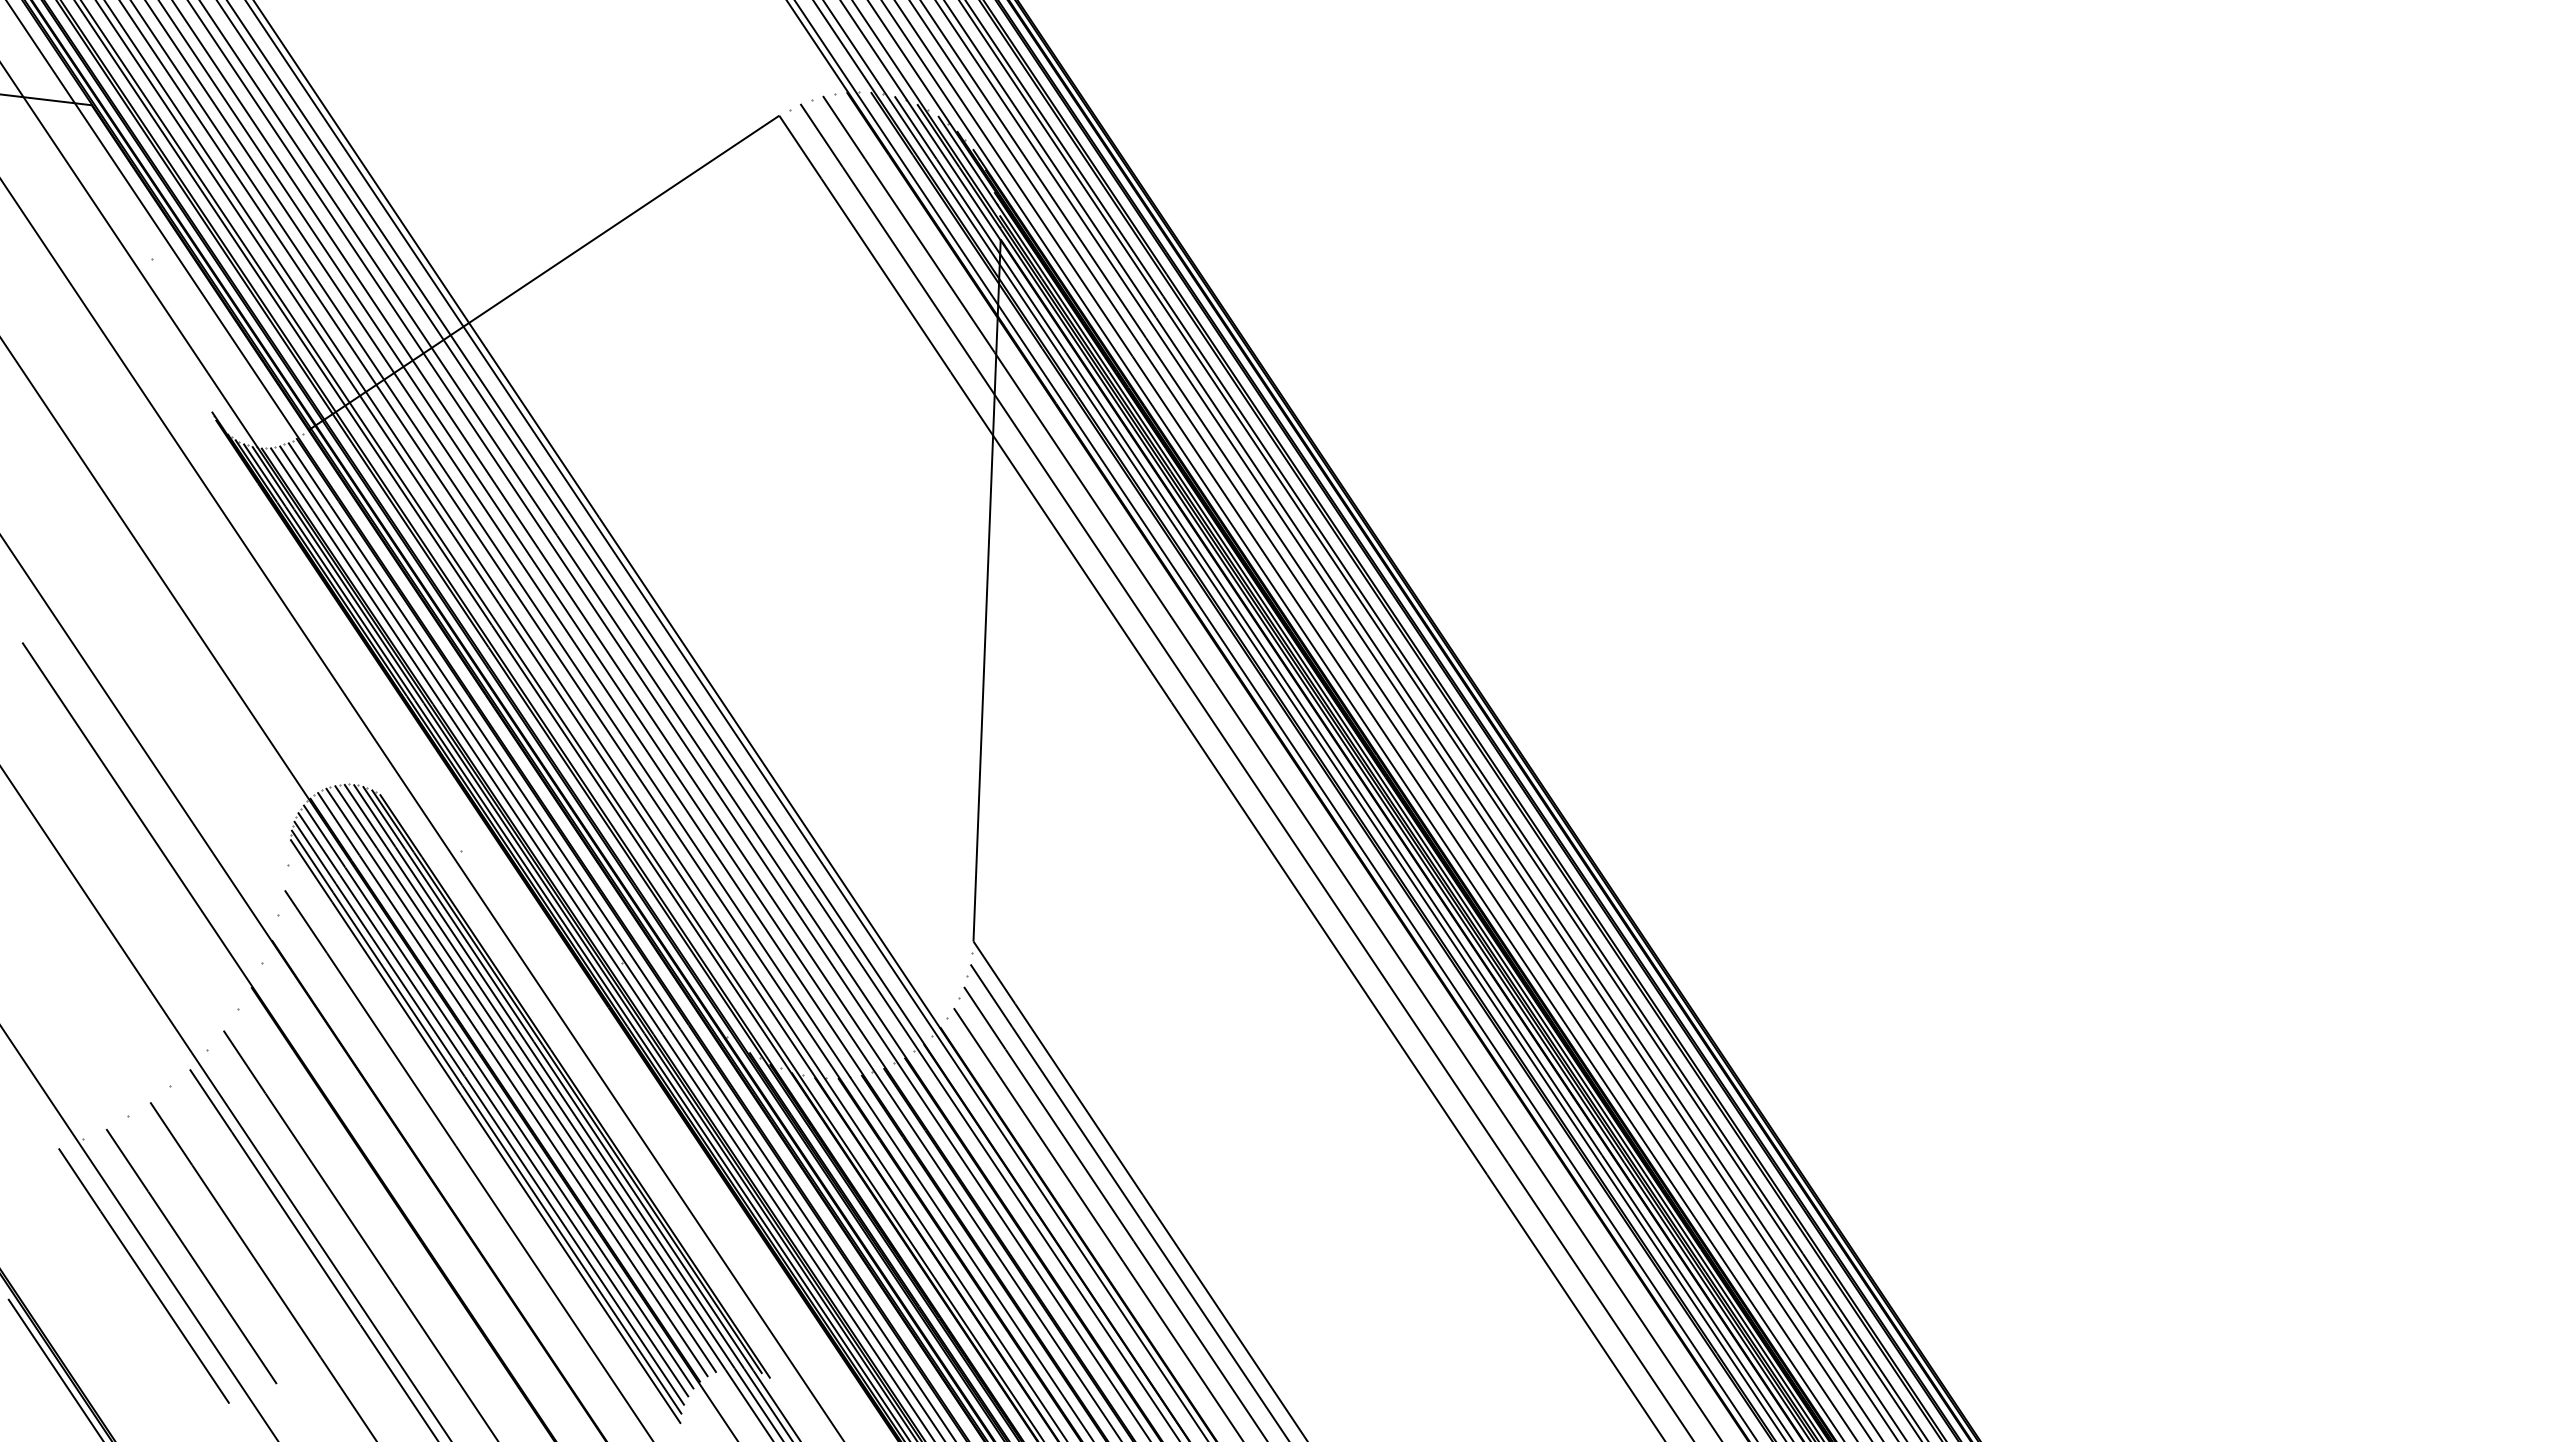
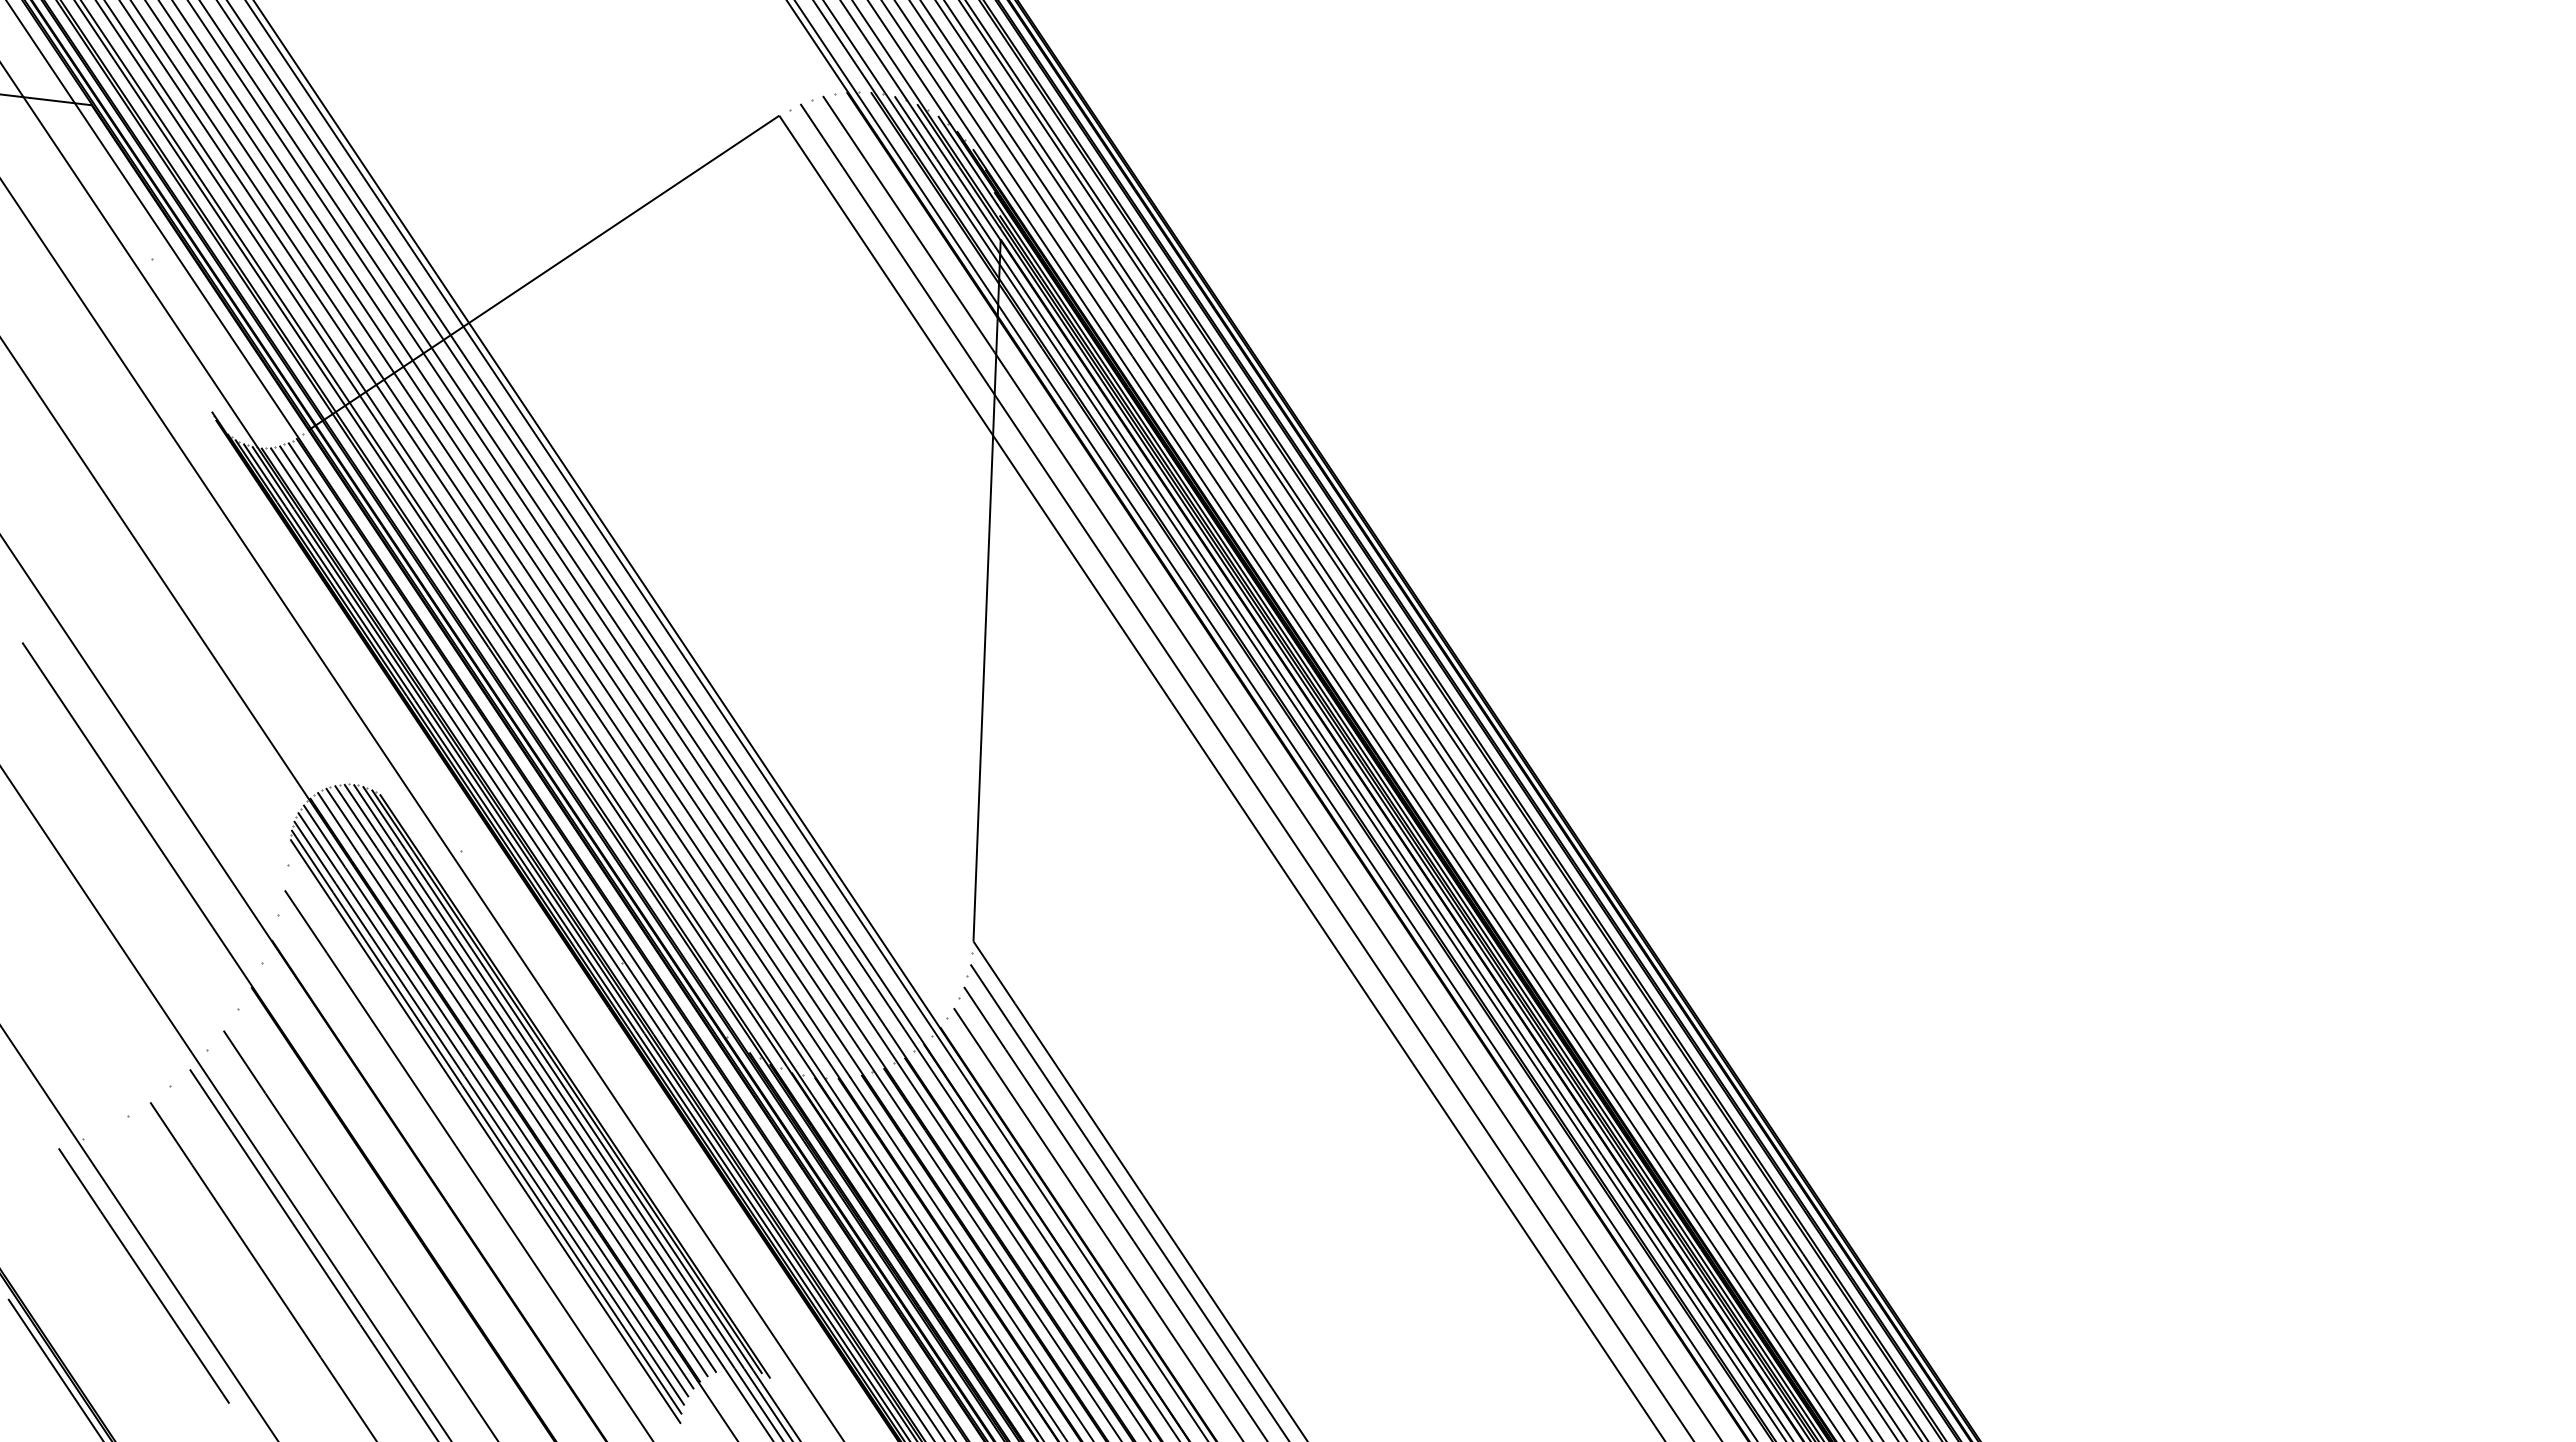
line at (191, 1256): present -> none
